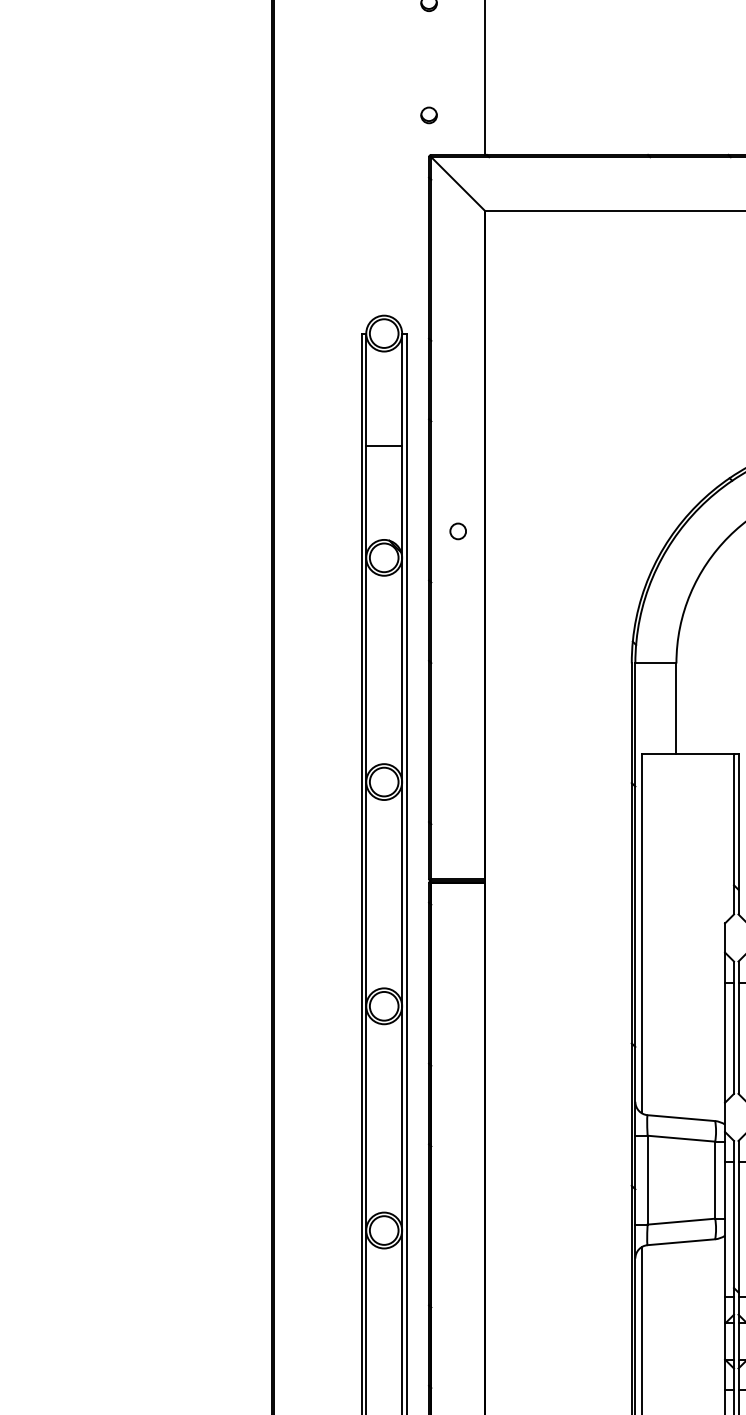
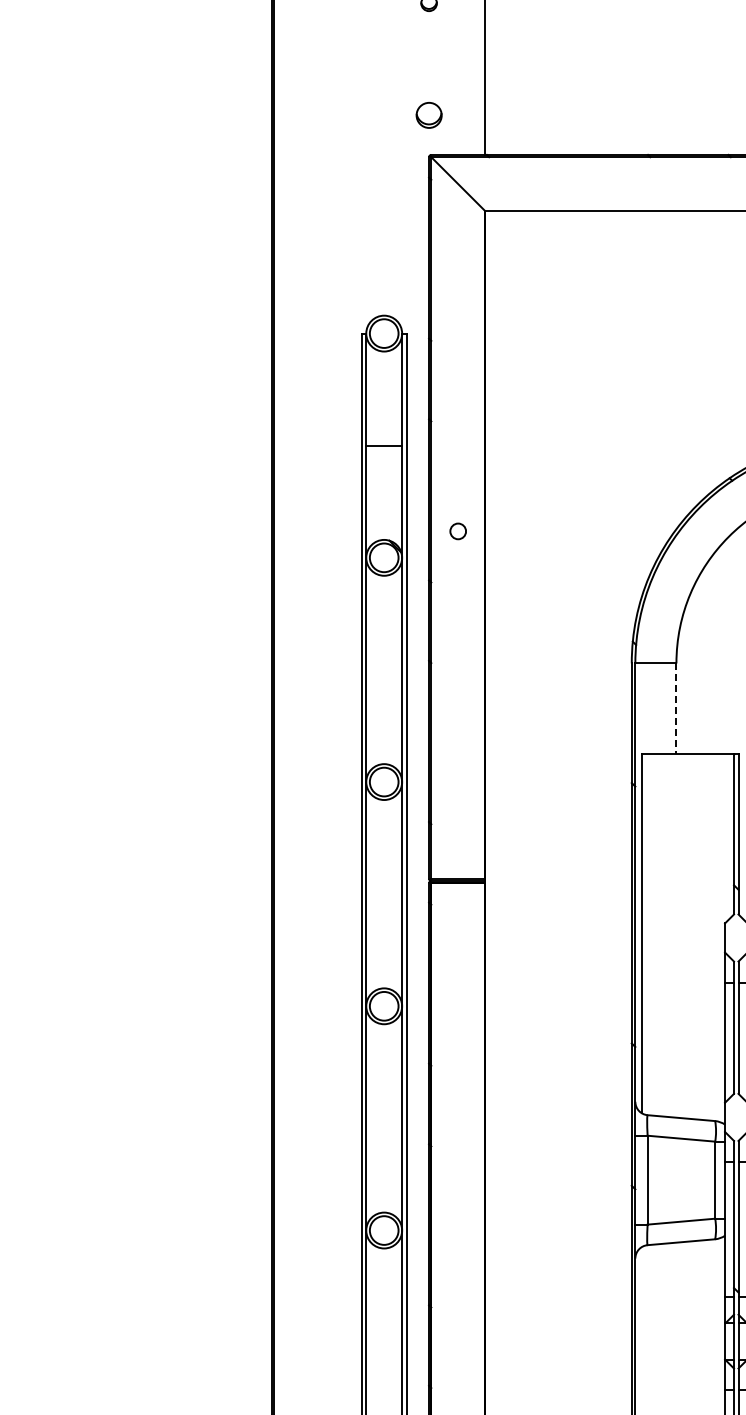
part at (428, 115) size: 18x19 px -> 28x27 px
line at (676, 709): solid -> dashed
line at (642, 1328): present -> none
